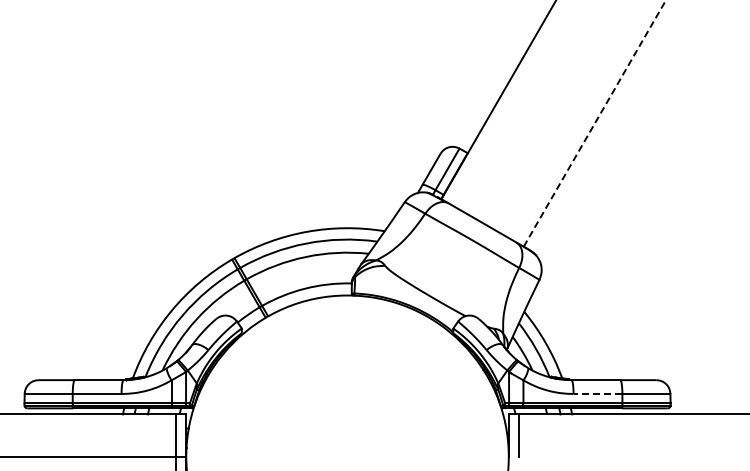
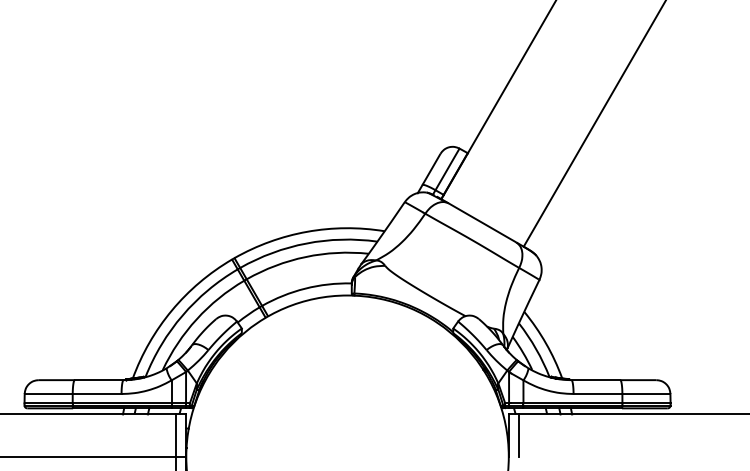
line at (594, 123): dashed -> solid
line at (597, 394): dashed -> solid
